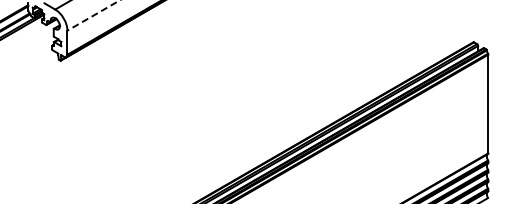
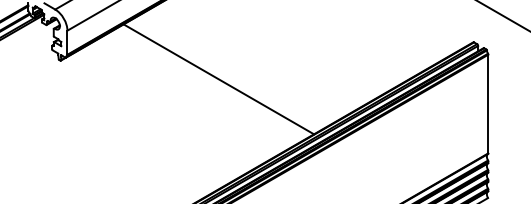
line at (93, 15): dashed -> solid
line at (503, 16): none -> present
line at (218, 79): none -> present
